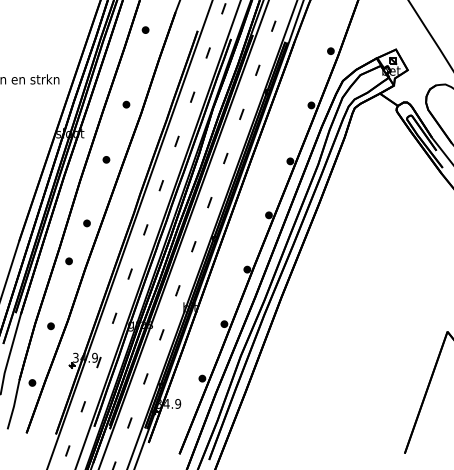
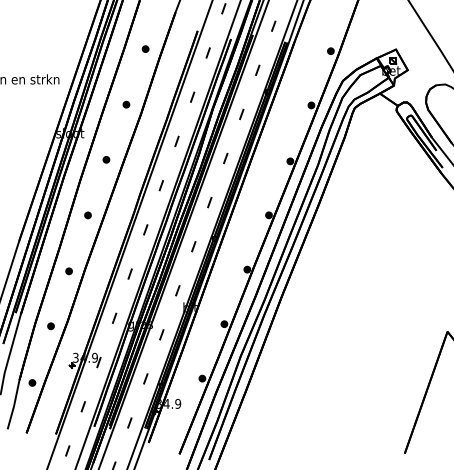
part at (145, 29) position: (145, 29) -> (145, 48)
part at (86, 223) position: (86, 223) -> (87, 215)
part at (68, 261) position: (68, 261) -> (68, 271)
